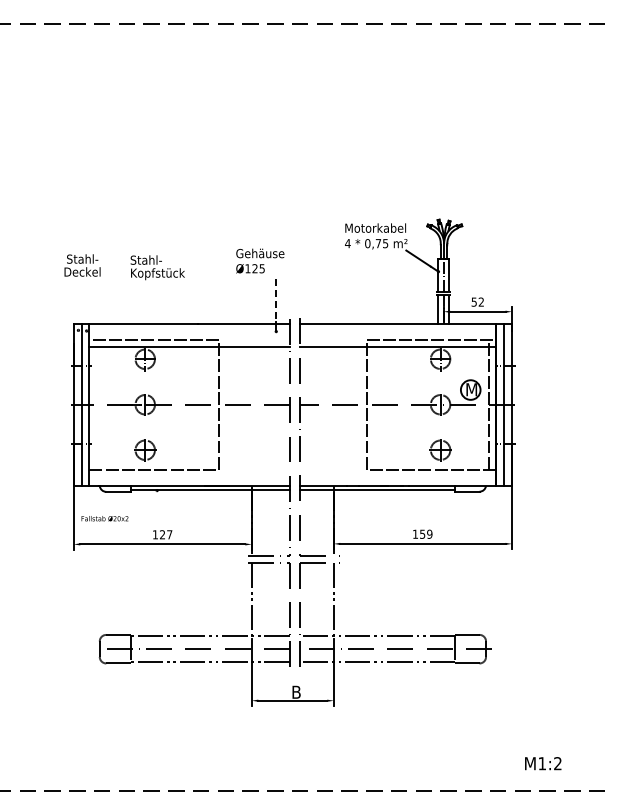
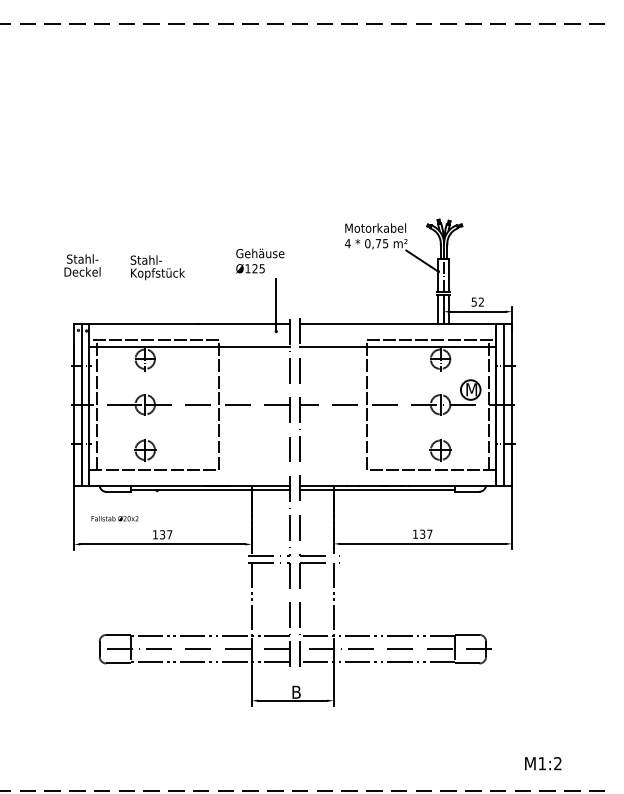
line at (276, 300): dashed -> solid
line at (97, 404): none -> present
text at (104, 518) position: (104, 518) -> (114, 518)
text at (426, 533): 159 -> 137
text at (162, 535): 127 -> 137
